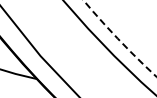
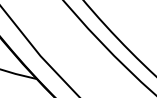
arc at (118, 39): dashed -> solid
